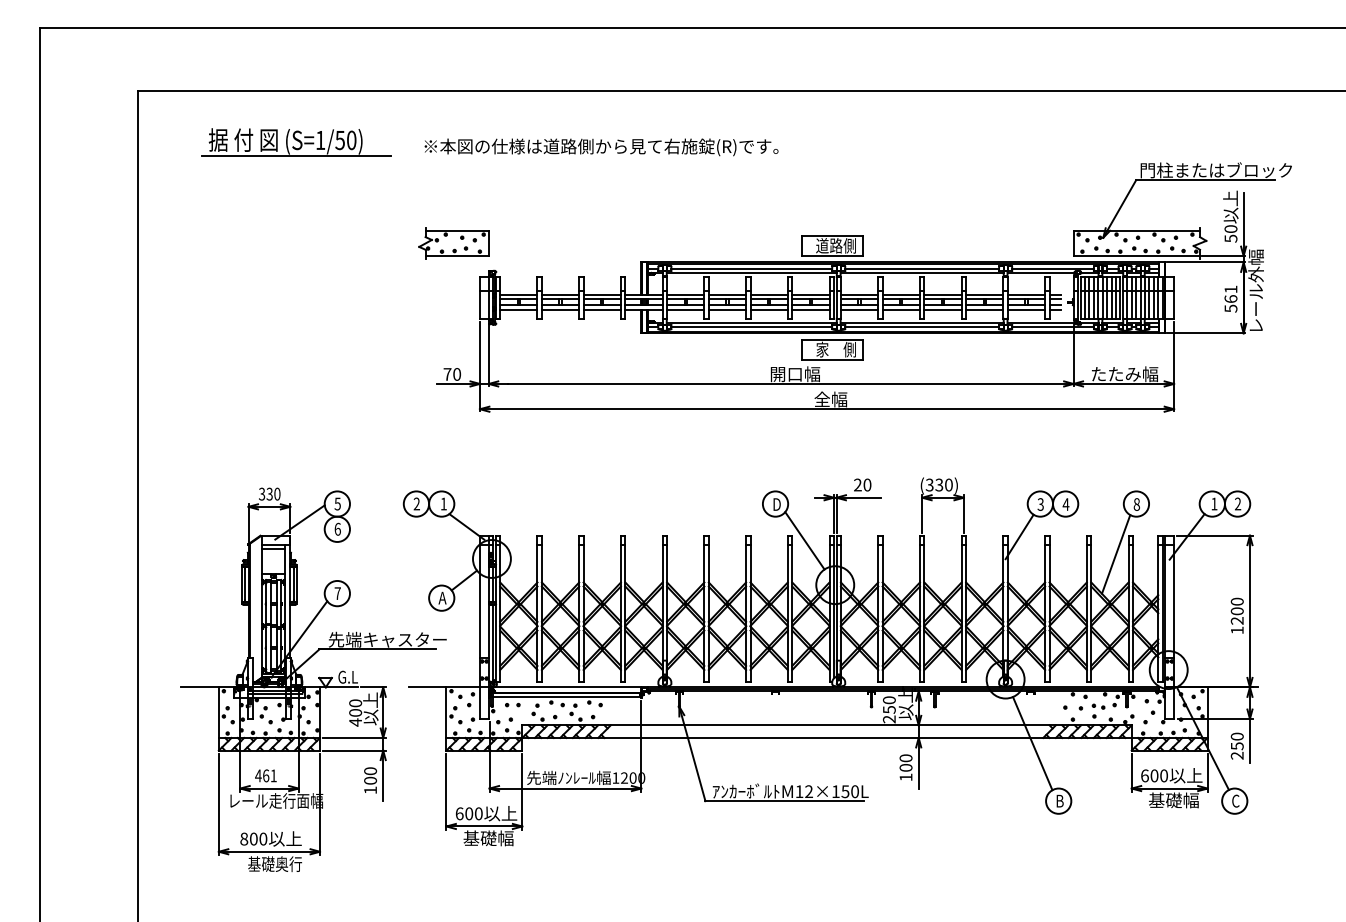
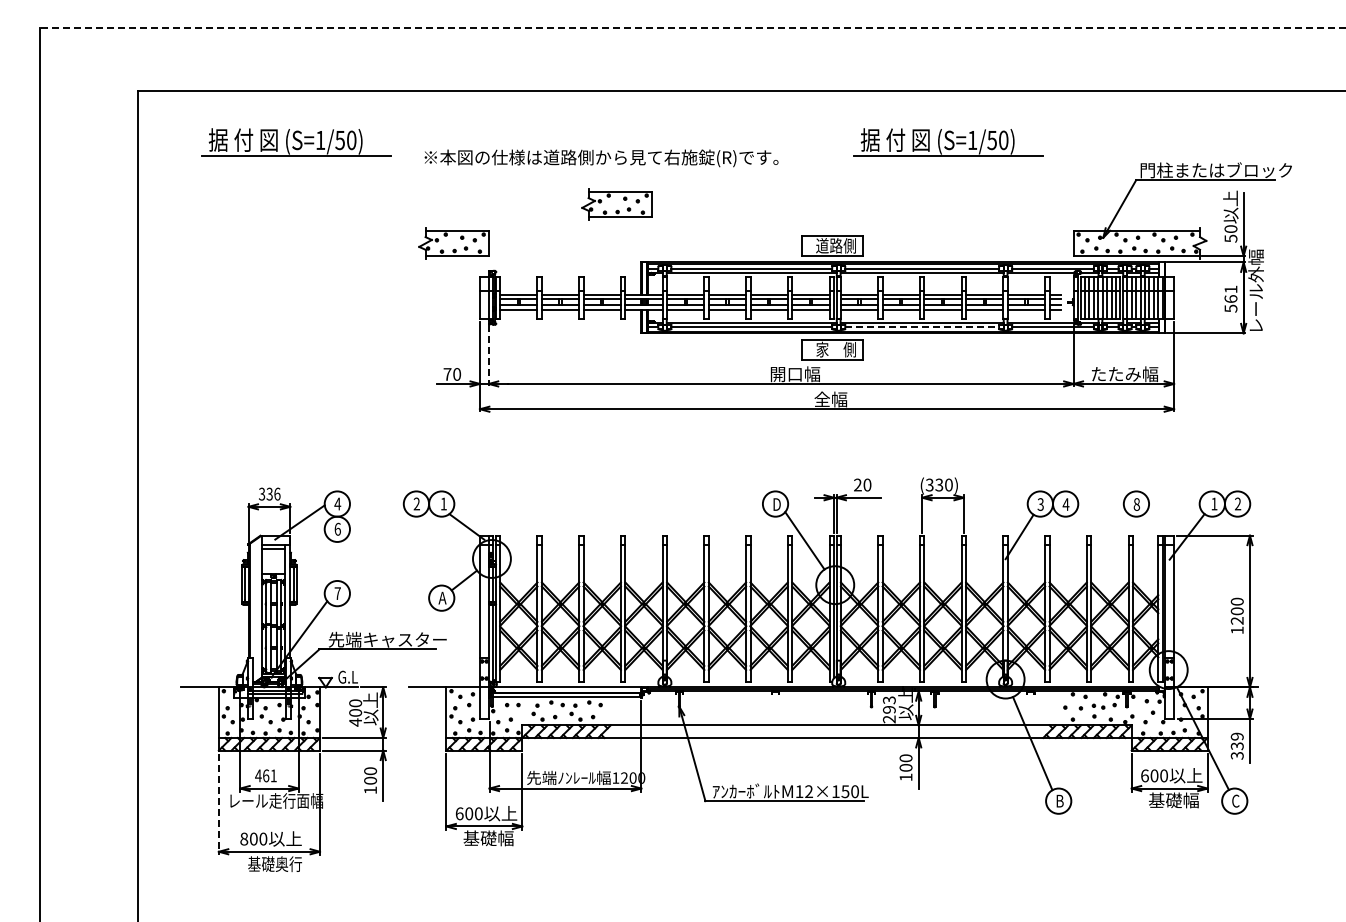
line at (692, 27): solid -> dashed
part at (948, 142): none -> present
text at (601, 147) position: (601, 147) -> (601, 158)
part at (616, 204): none -> present
line at (922, 327): solid -> dashed
line at (488, 355): solid -> dashed
text at (277, 493): 330 -> 336
text at (337, 503): 5 -> 4
line at (1116, 554): present -> none
text at (888, 704): 250 -> 293
text at (1236, 745): 250 -> 339
line at (218, 804): solid -> dashed
